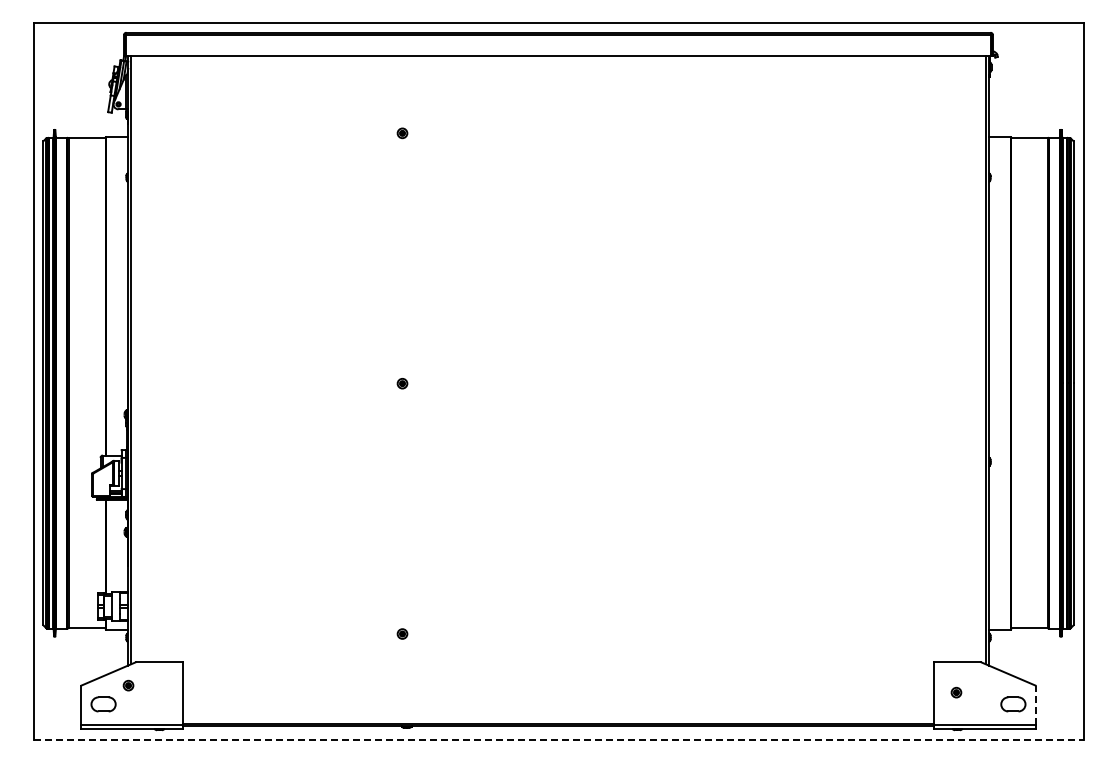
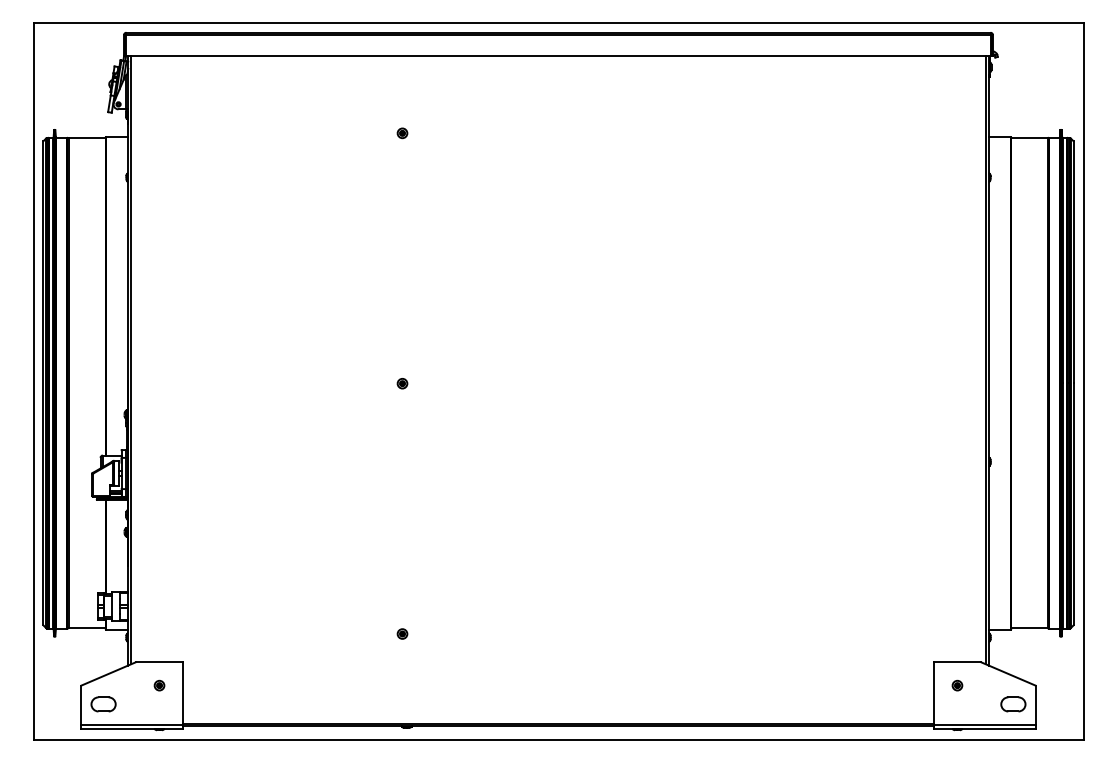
part at (128, 685) position: (128, 685) -> (159, 685)
part at (956, 692) position: (956, 692) -> (957, 685)
line at (1035, 705): dashed -> solid
line at (558, 740): dashed -> solid
